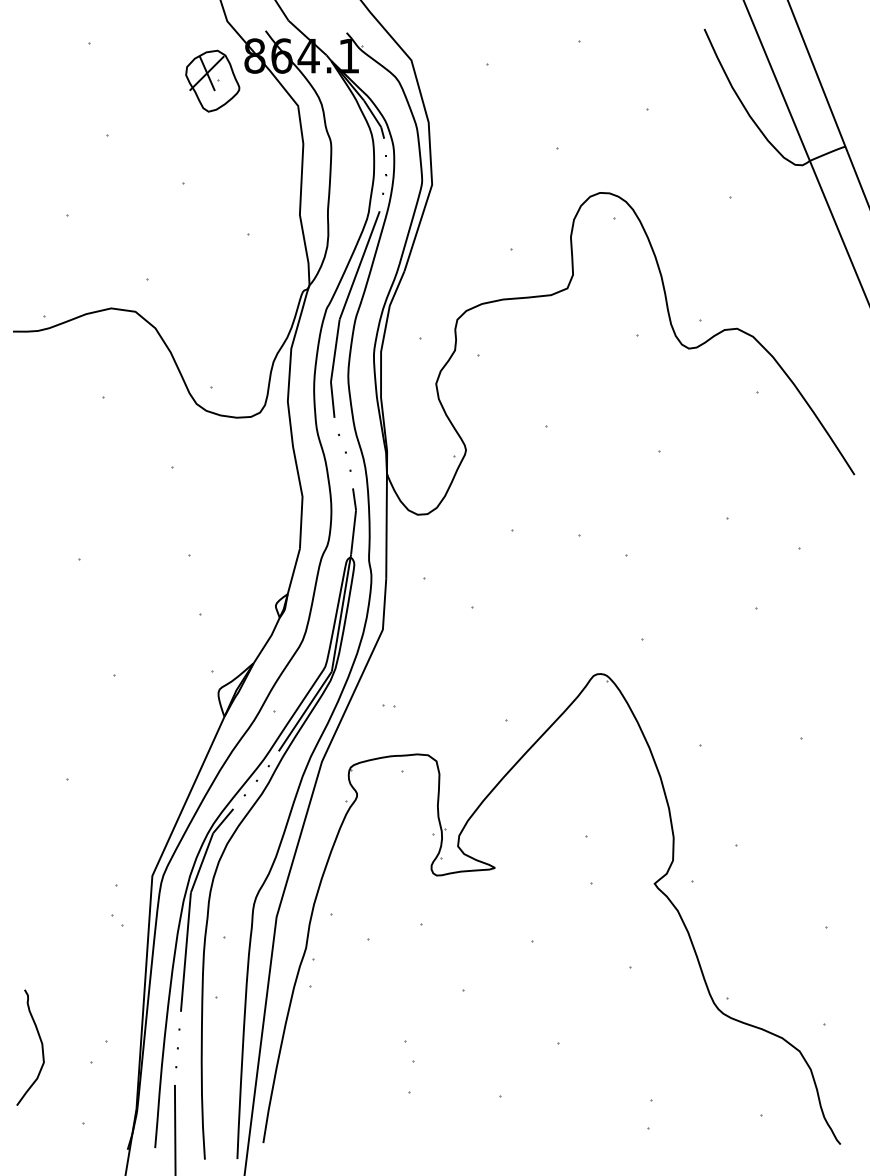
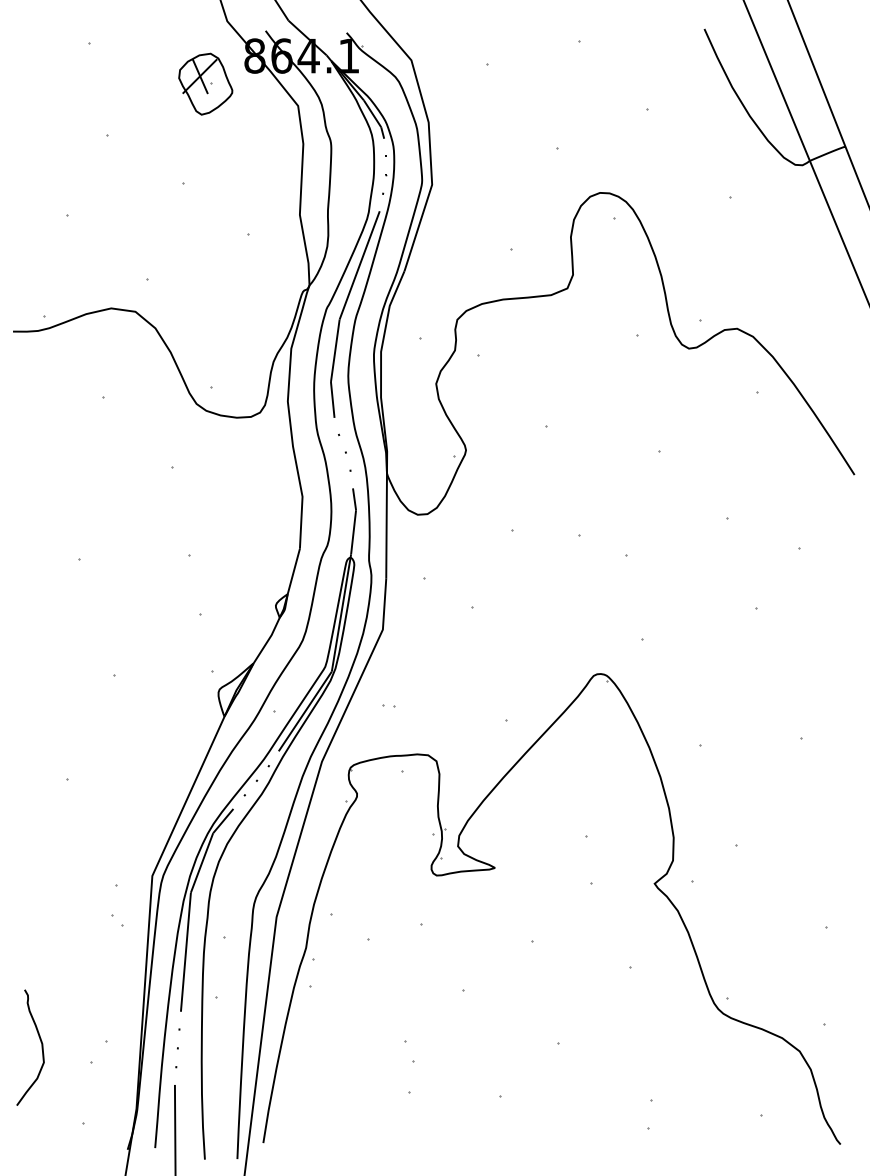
part at (212, 80) position: (212, 80) -> (205, 83)
